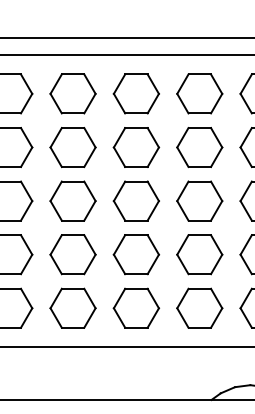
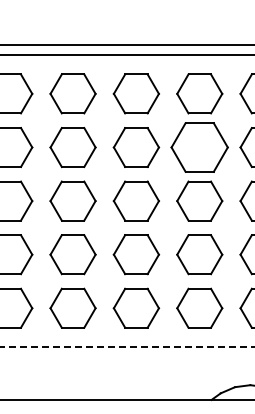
line at (126, 38) position: (126, 38) -> (126, 45)
part at (199, 147) size: 48x41 px -> 59x51 px
line at (127, 347): solid -> dashed
